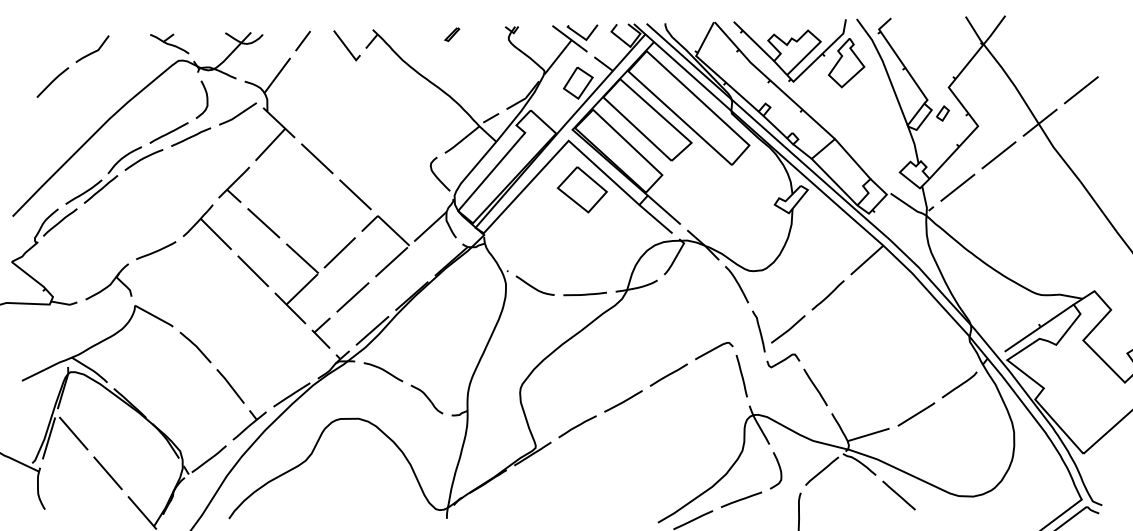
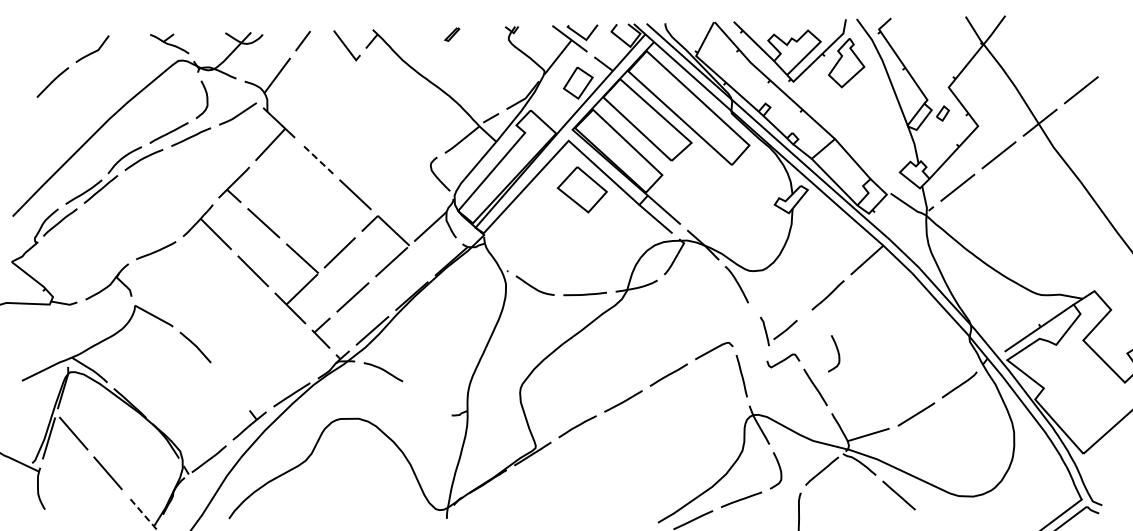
line at (317, 158): solid -> dashed
part at (778, 331) size: 54x43 px -> 38x31 px
curve at (837, 353): none -> present
line at (230, 386): present -> none
curve at (427, 398): present -> none
line at (143, 513): solid -> dashed
